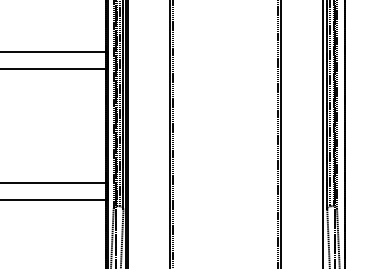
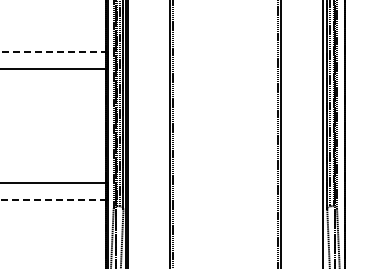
line at (53, 51): solid -> dashed
line at (54, 200): solid -> dashed
